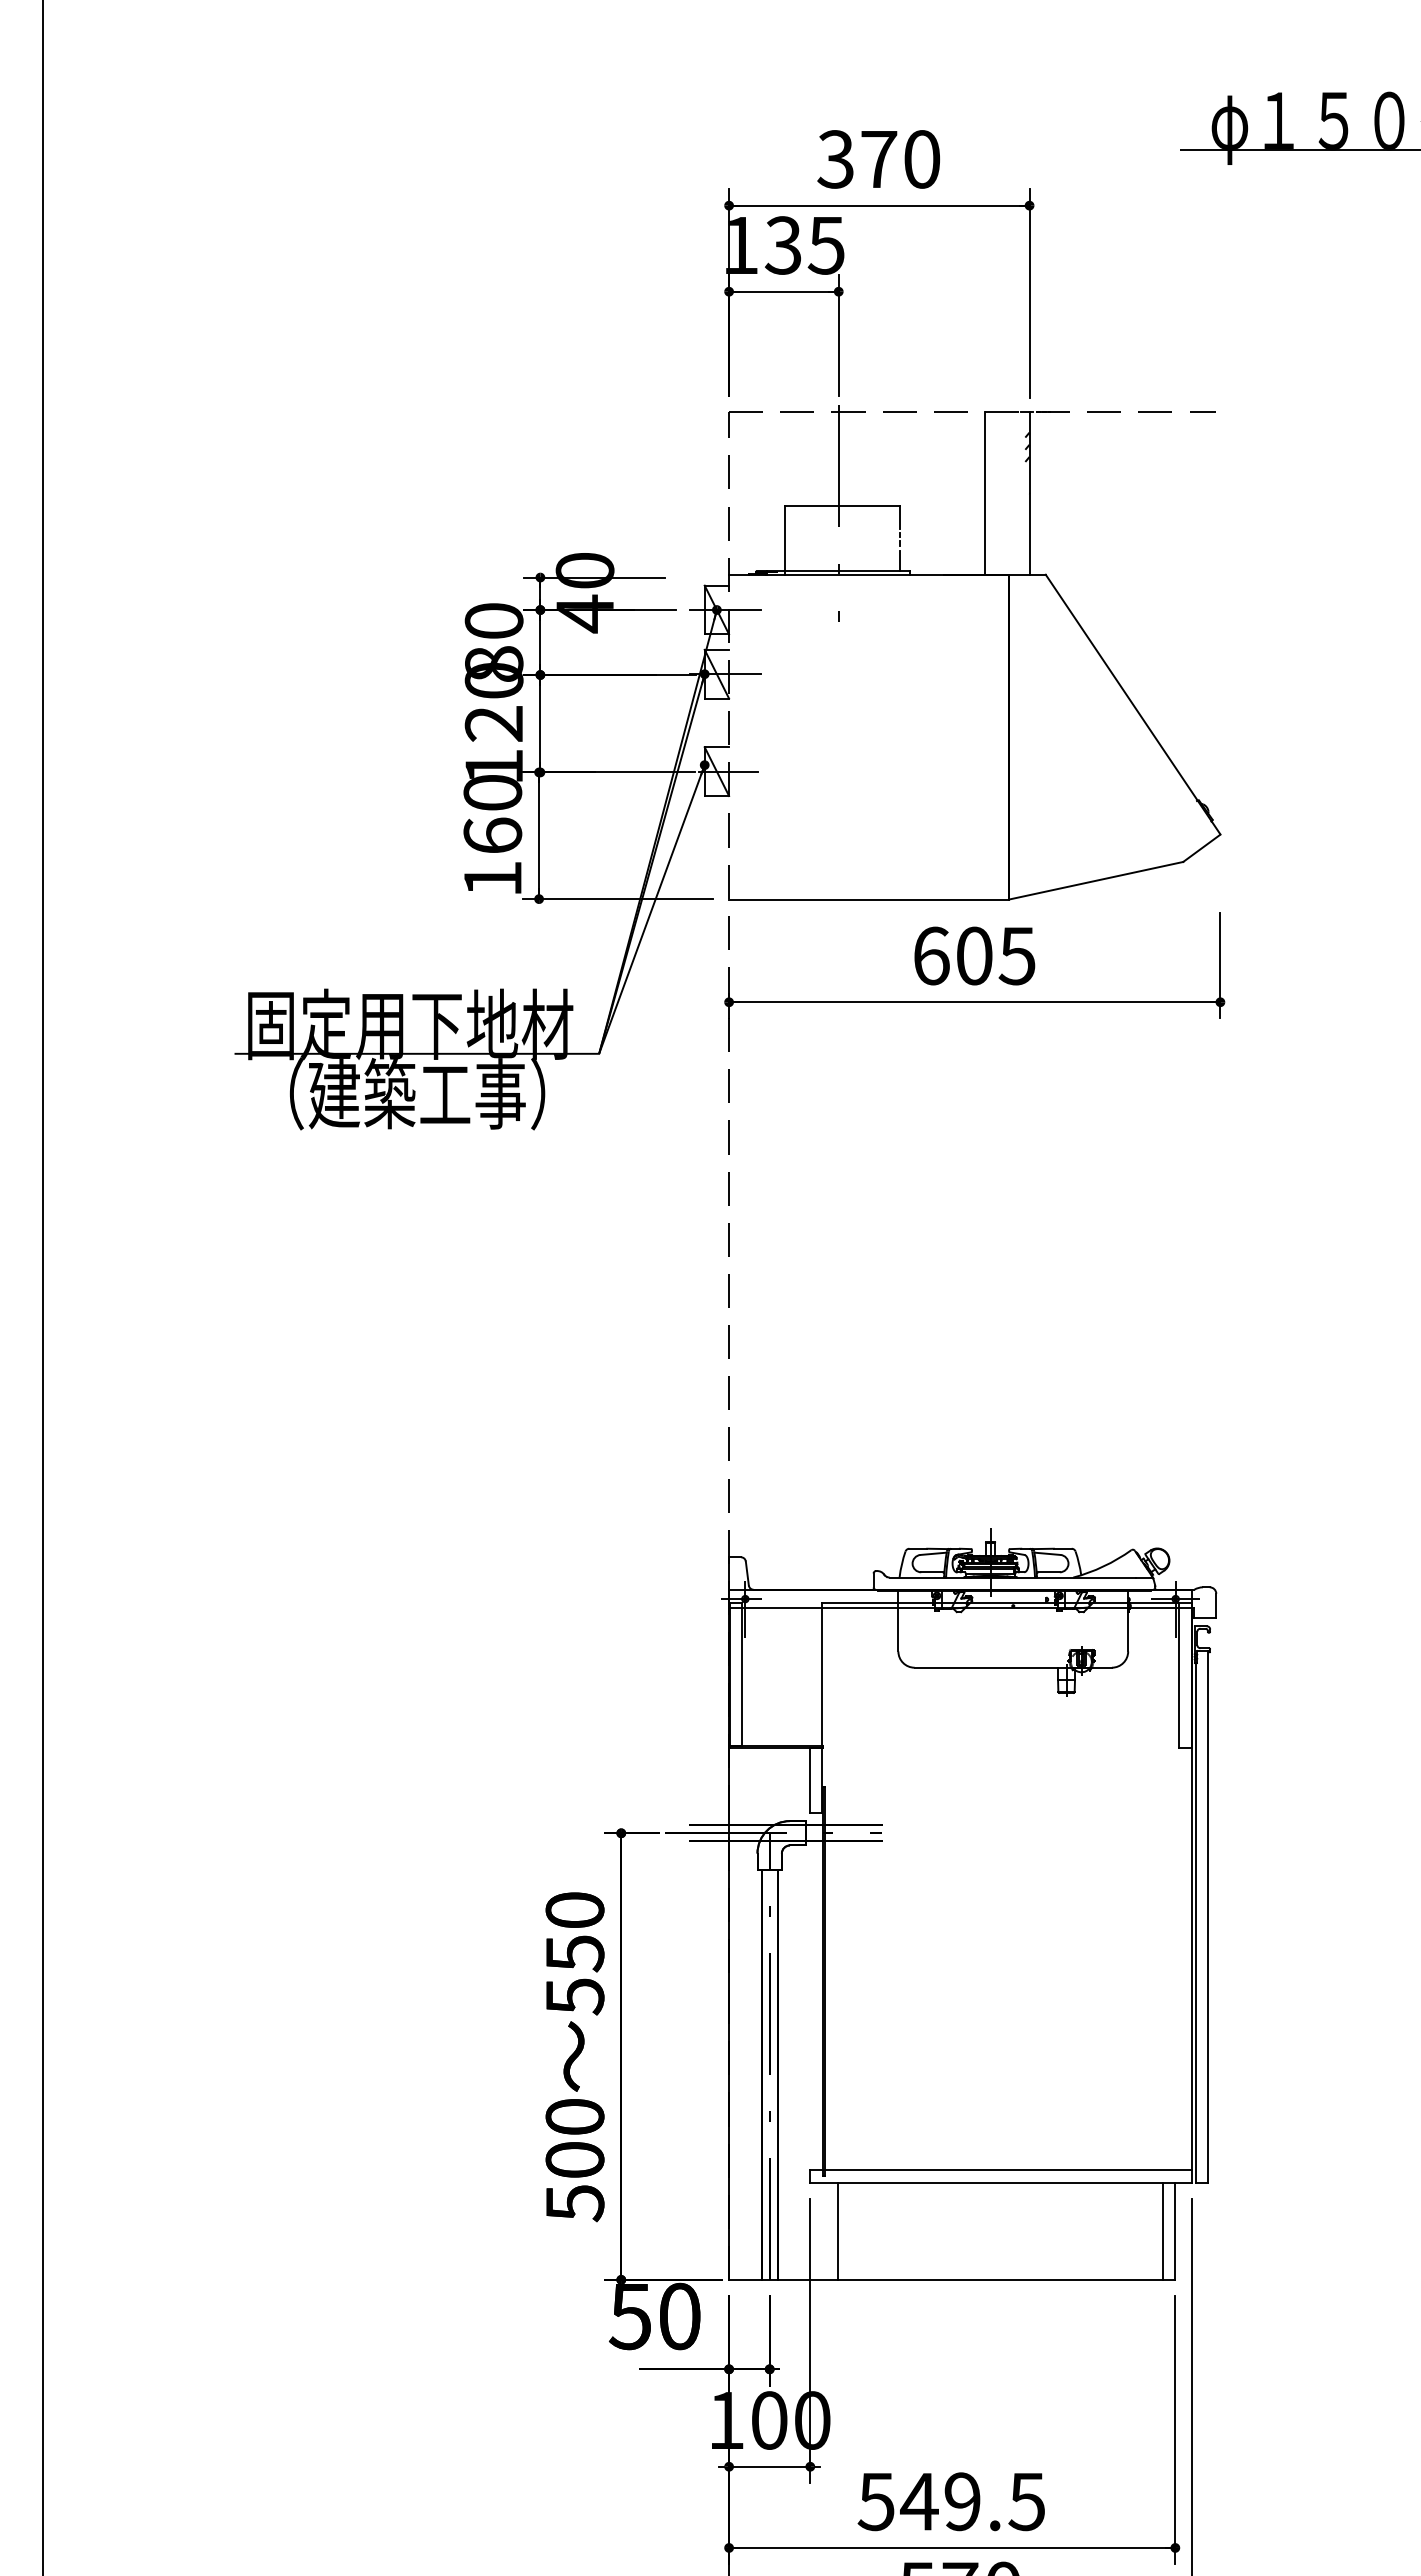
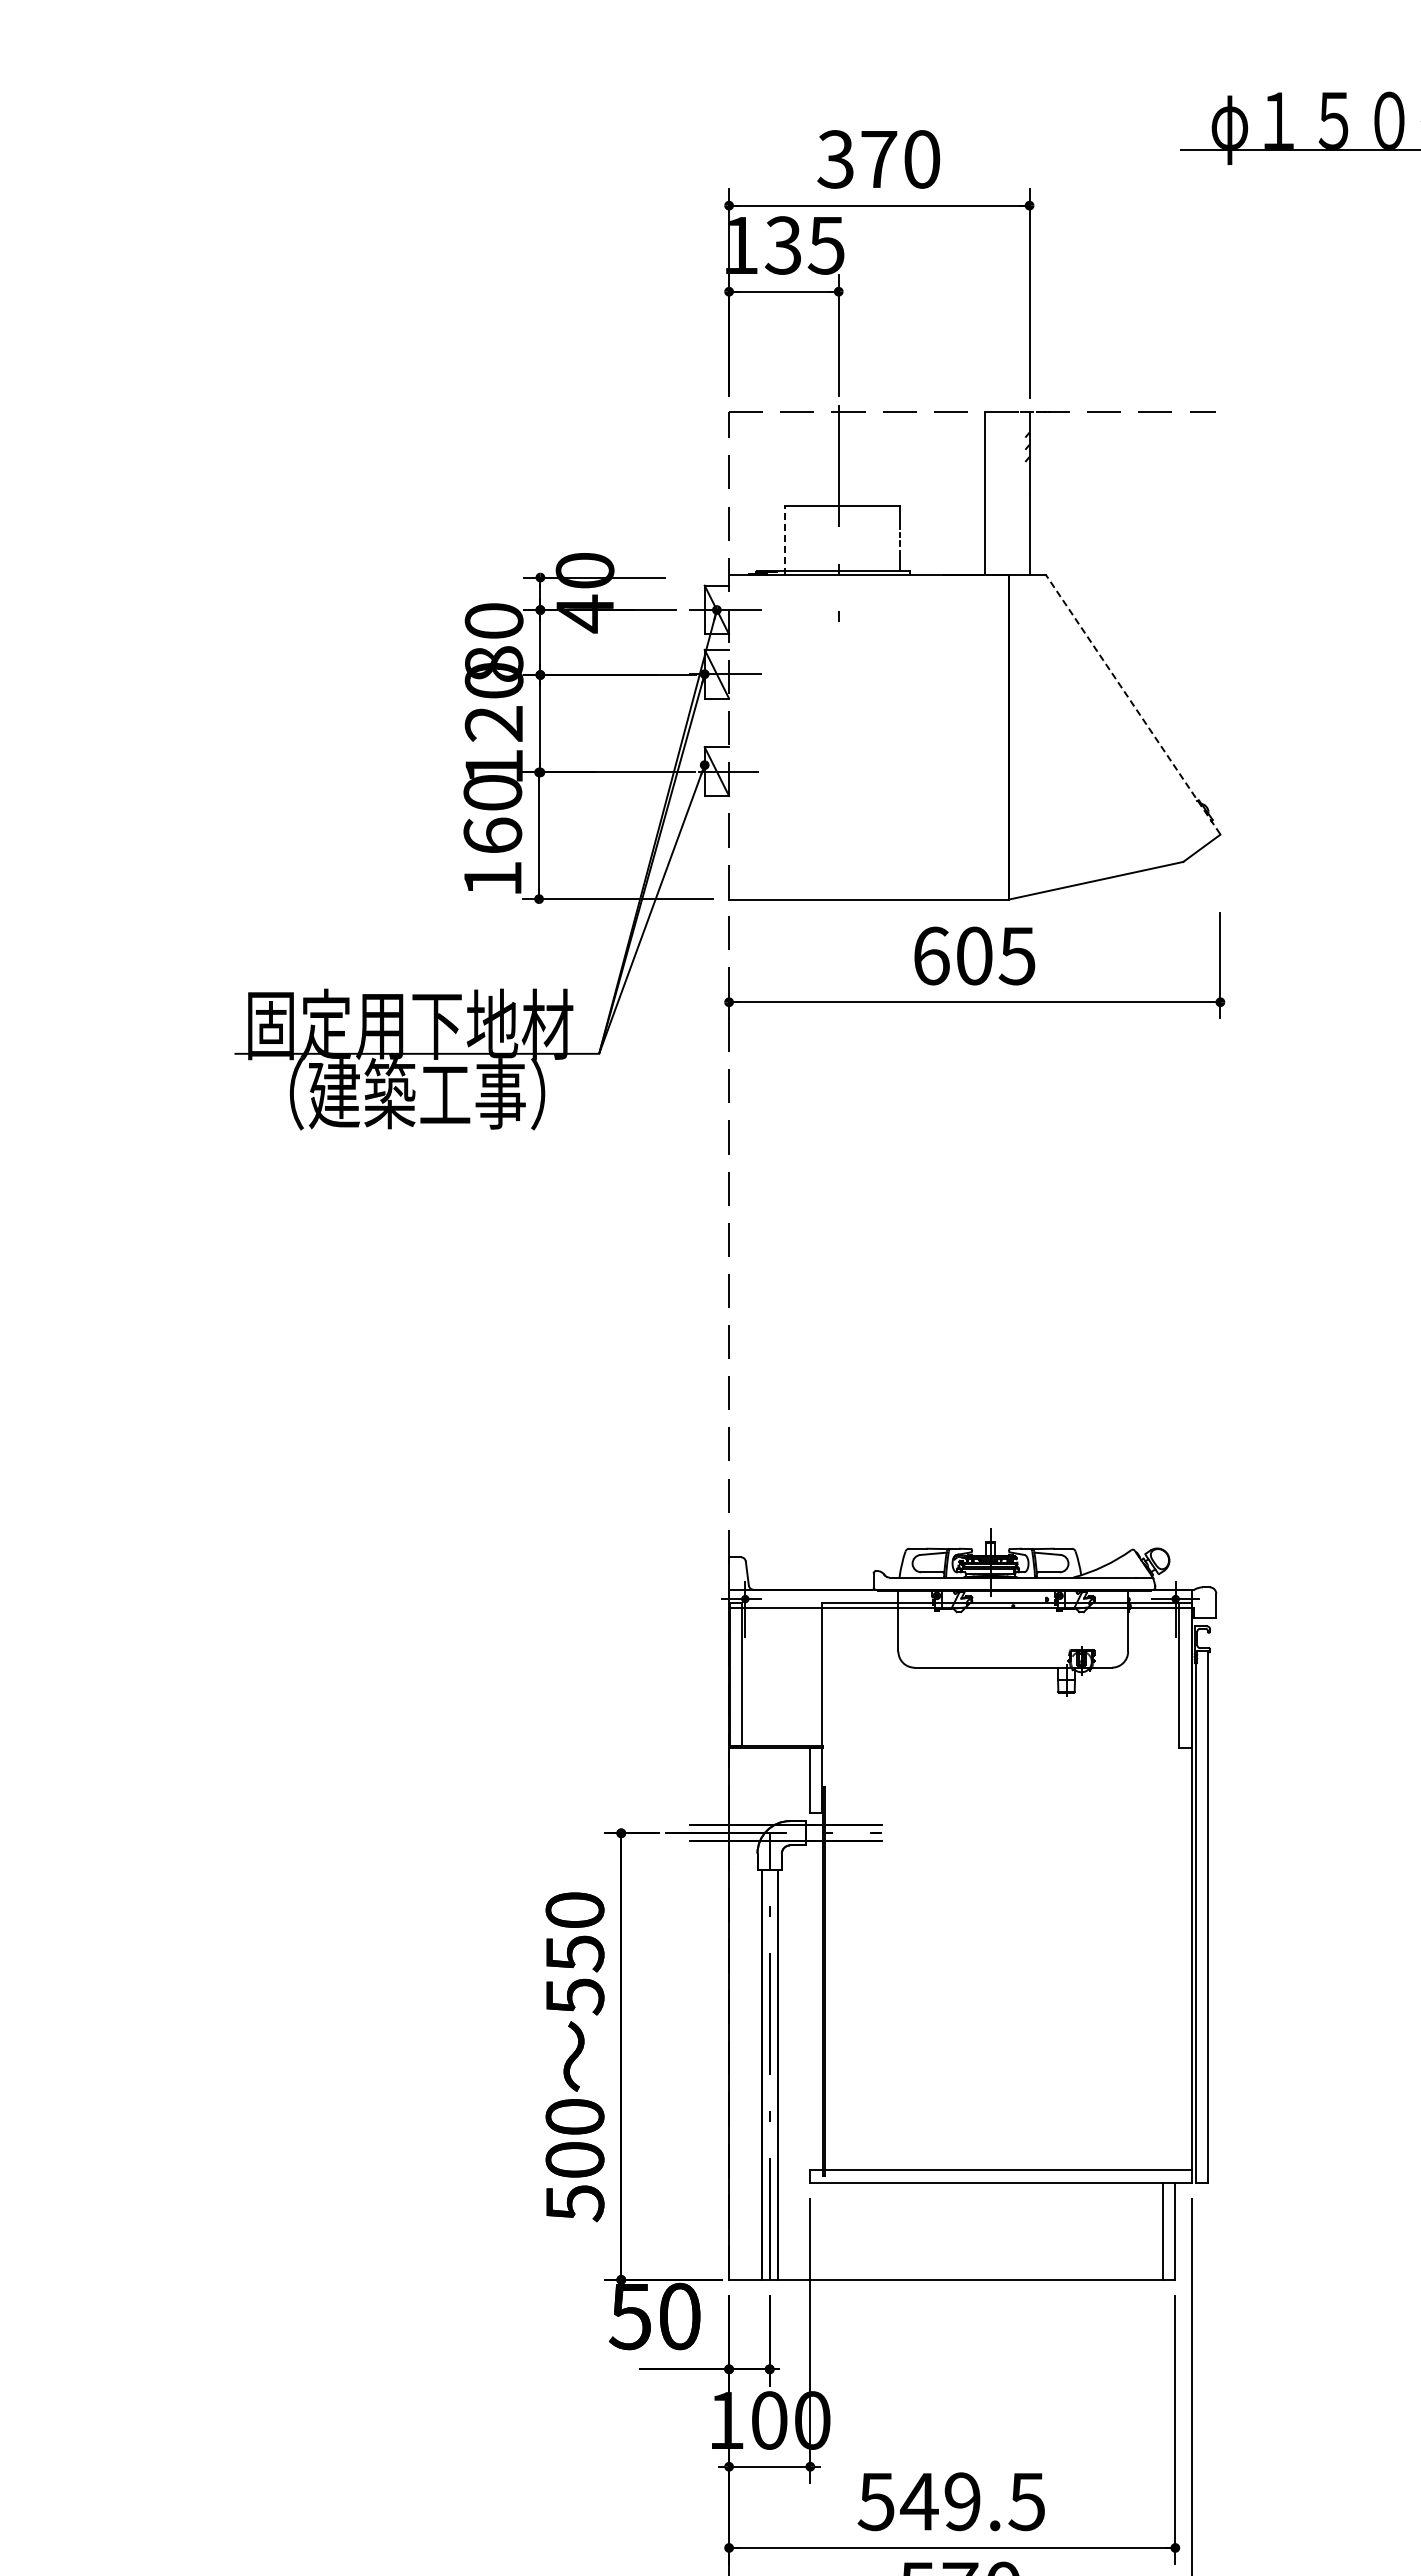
line at (785, 540): solid -> dashed
line at (1132, 704): solid -> dashed
line at (42, 1287): present -> none
line at (838, 2230): present -> none
